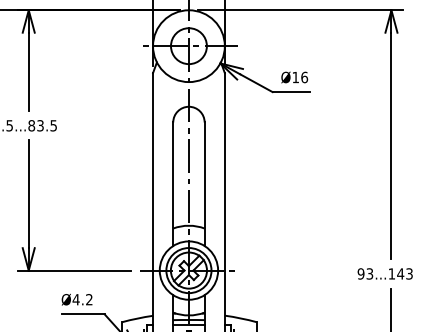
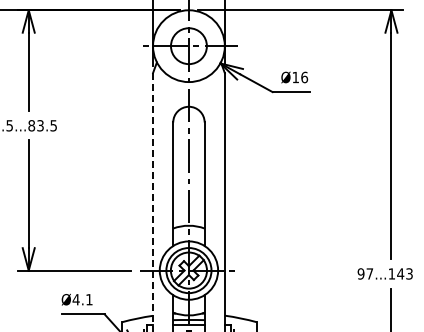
line at (153, 202): solid -> dashed
text at (369, 273): 93...143 -> 97...143
text at (89, 299): Ø4.2 -> Ø4.1
